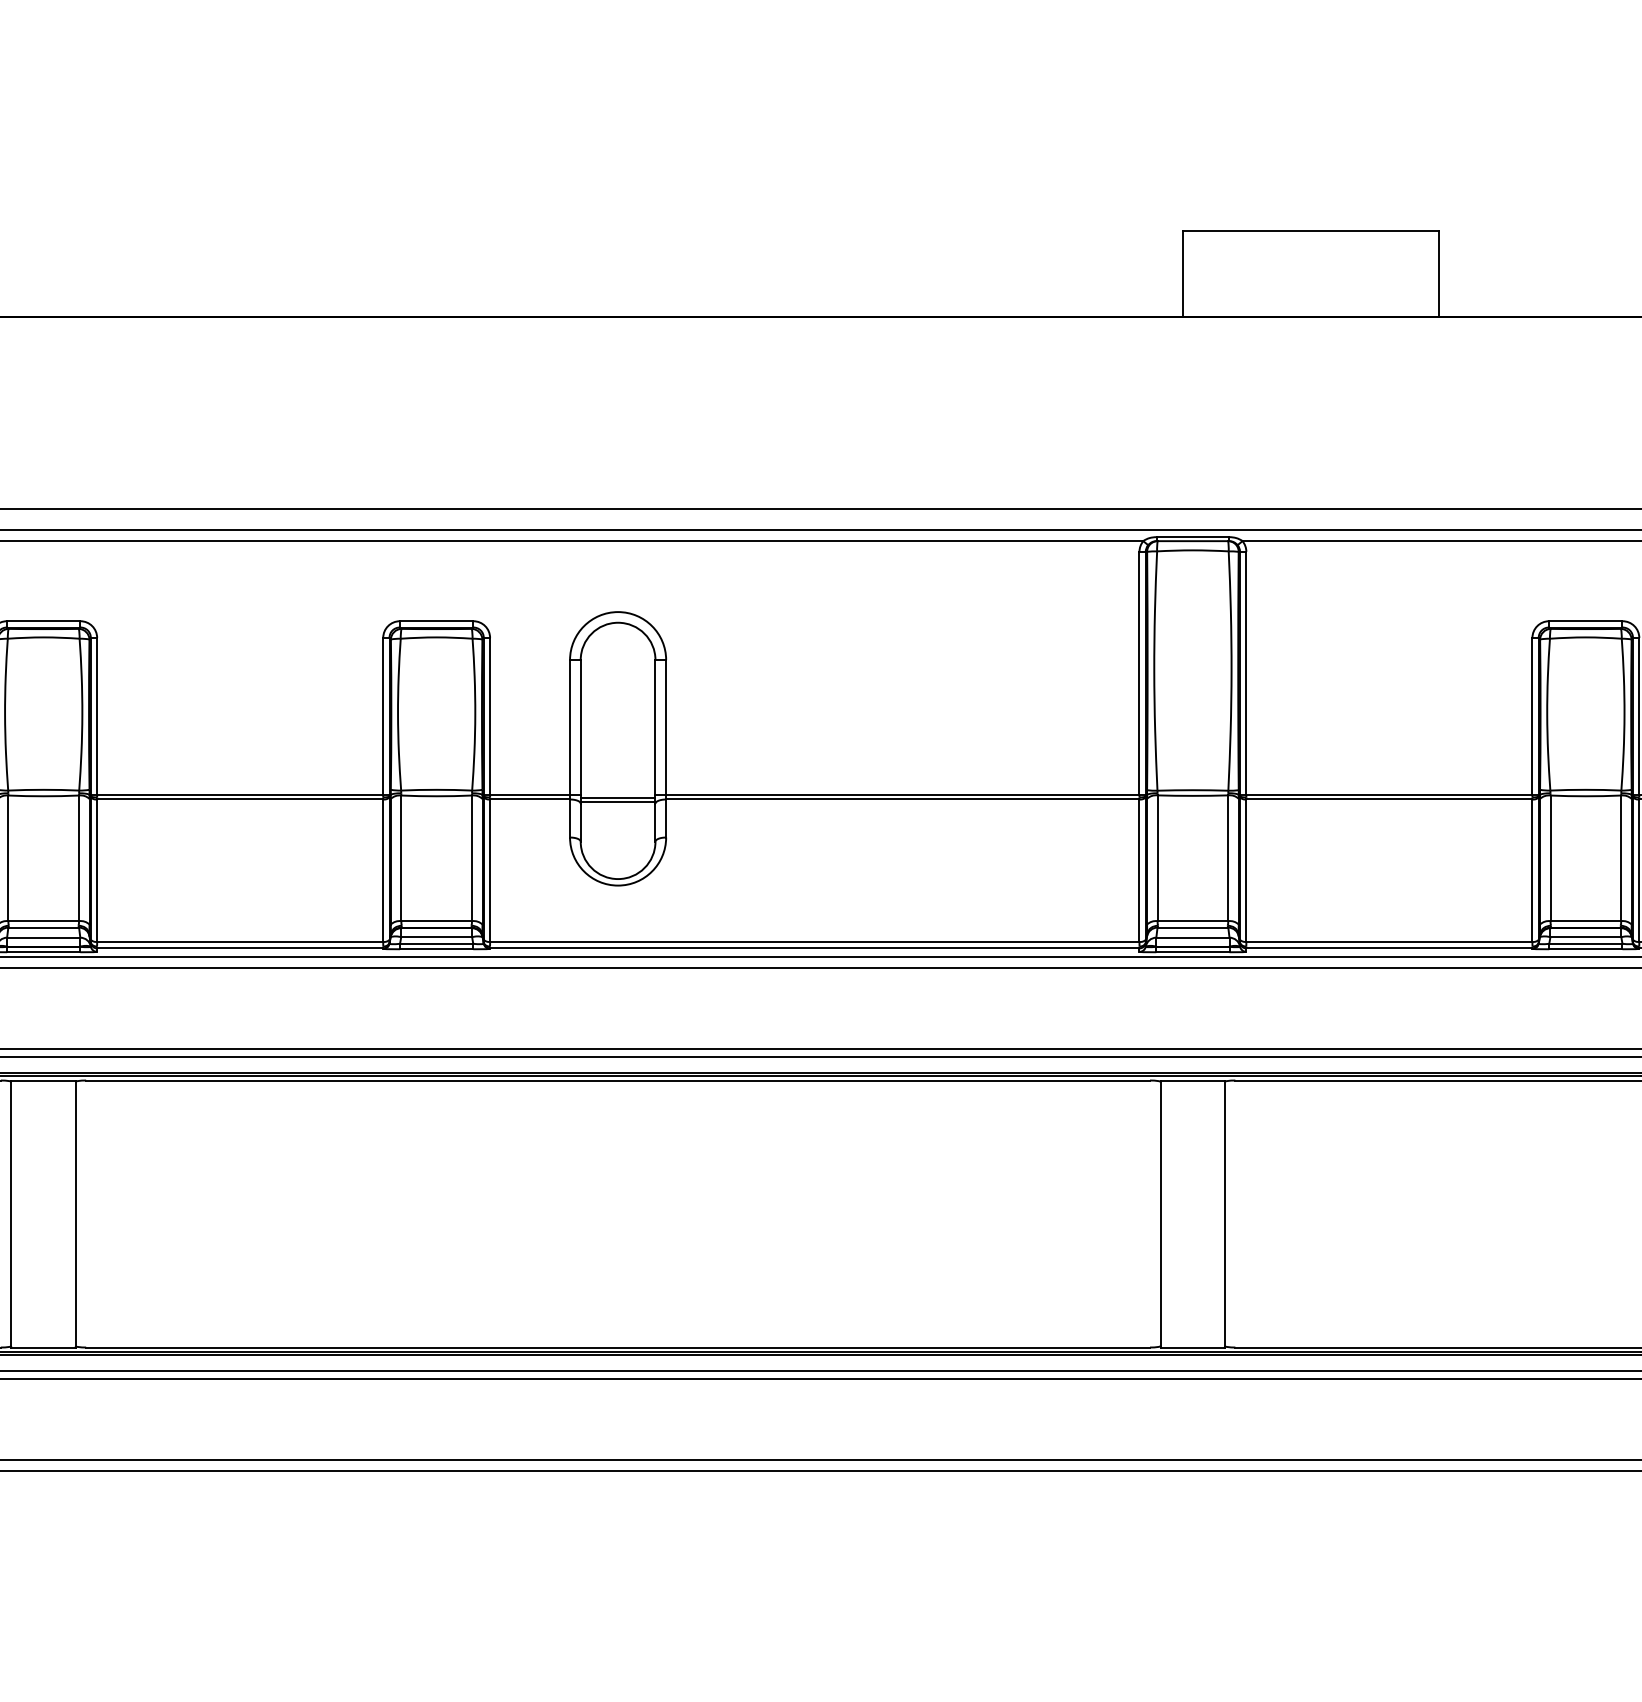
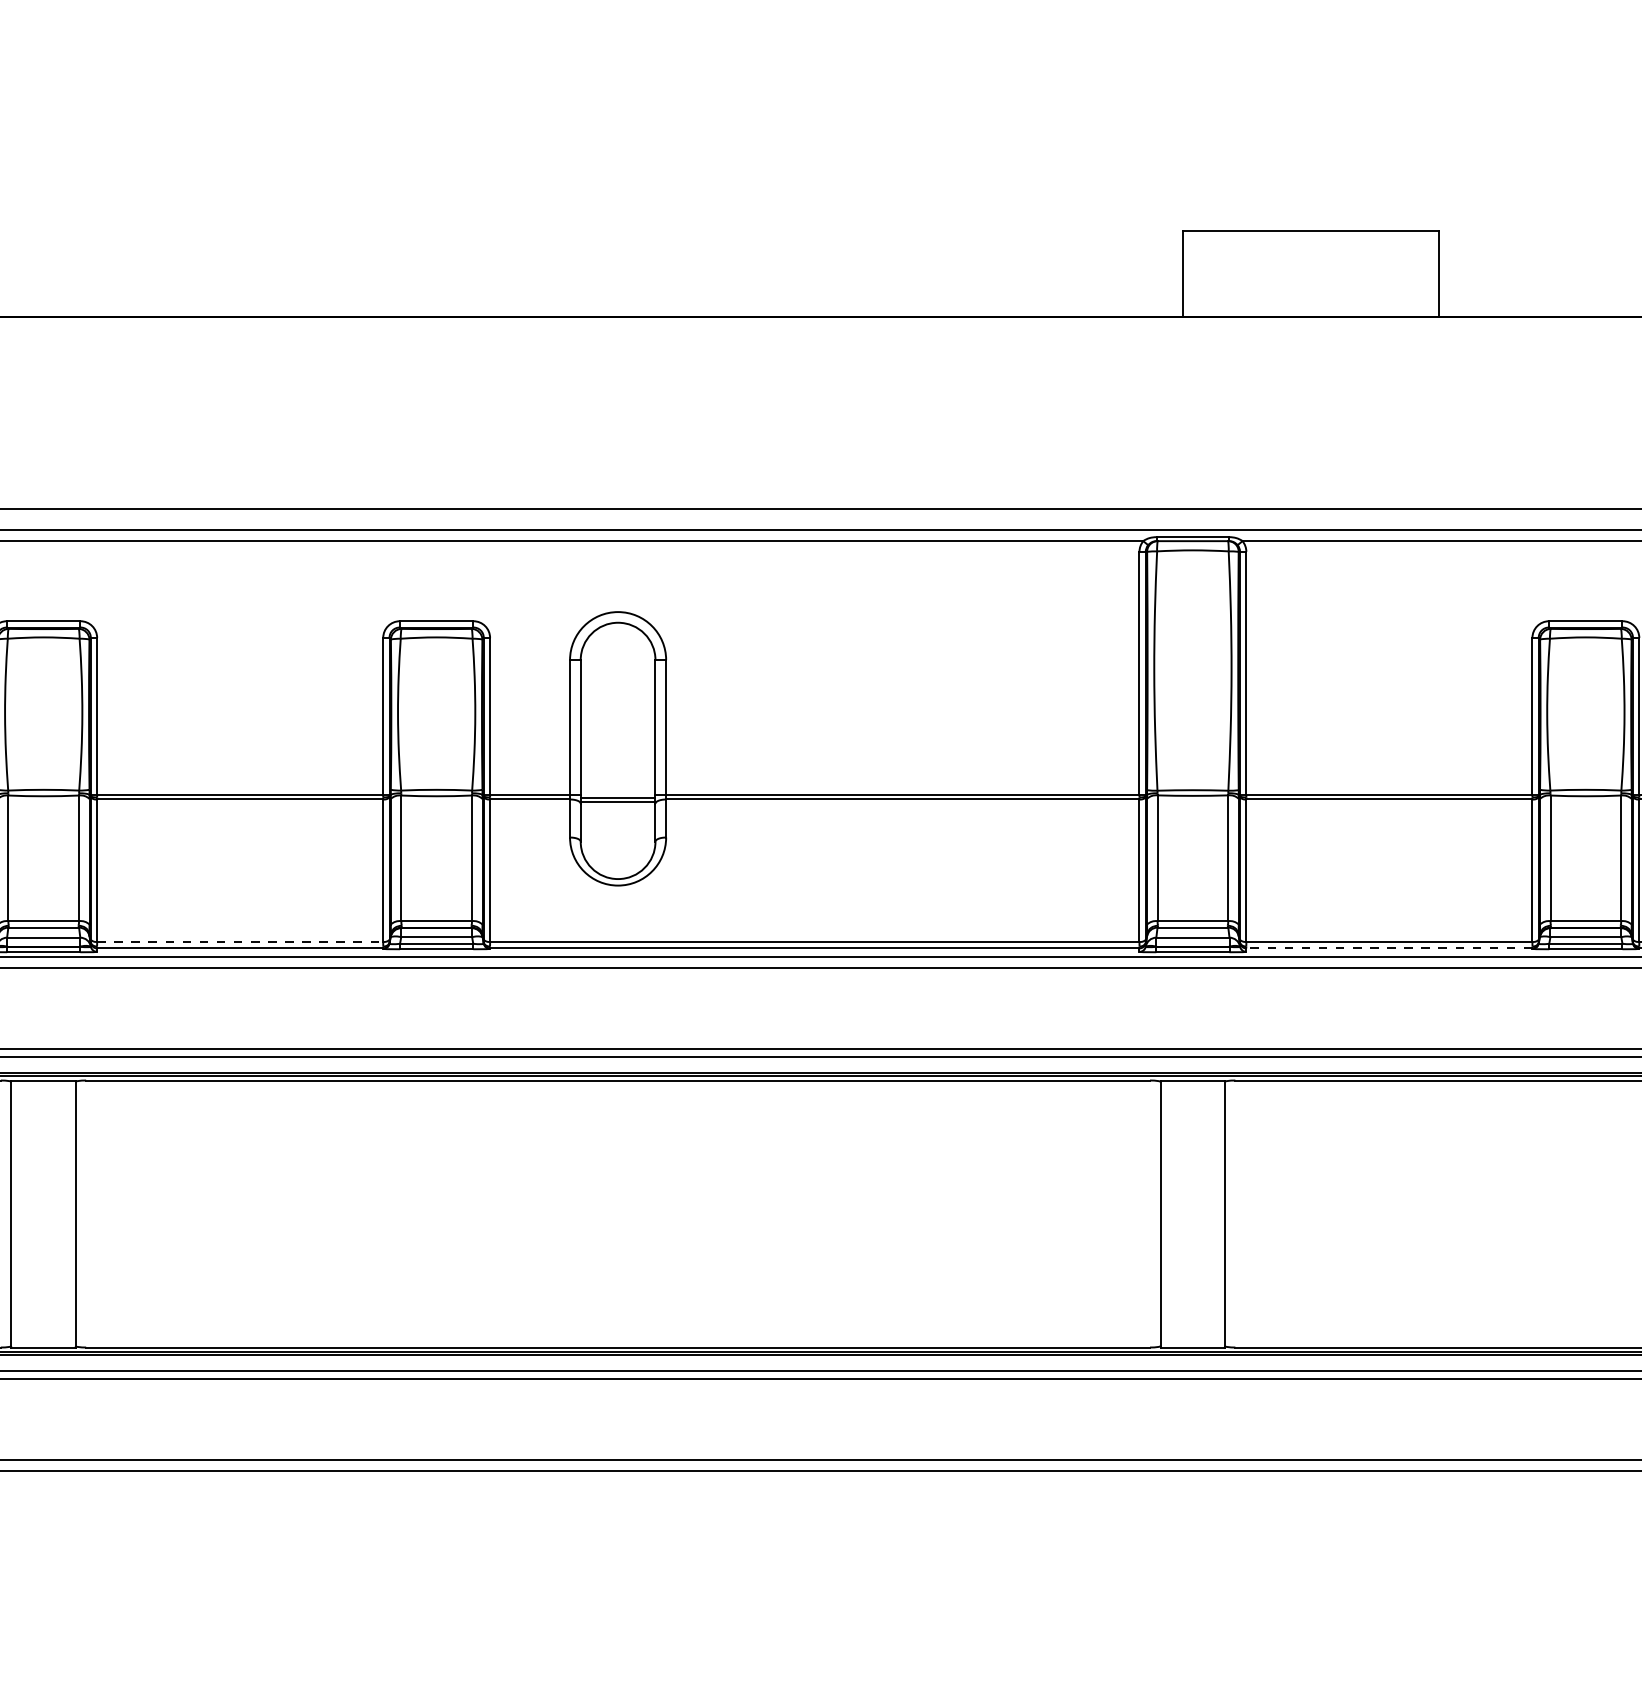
line at (240, 941): solid -> dashed
line at (1388, 948): solid -> dashed
